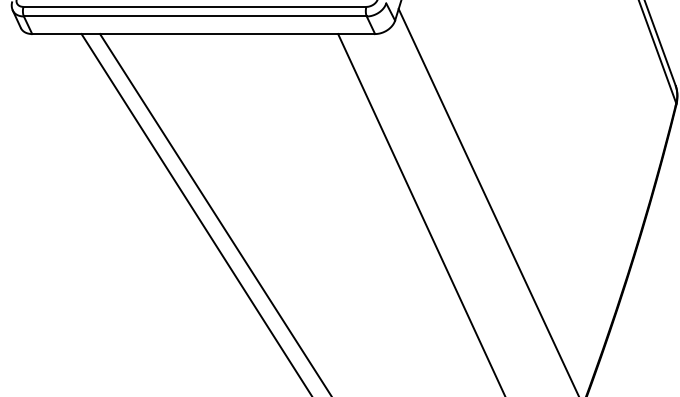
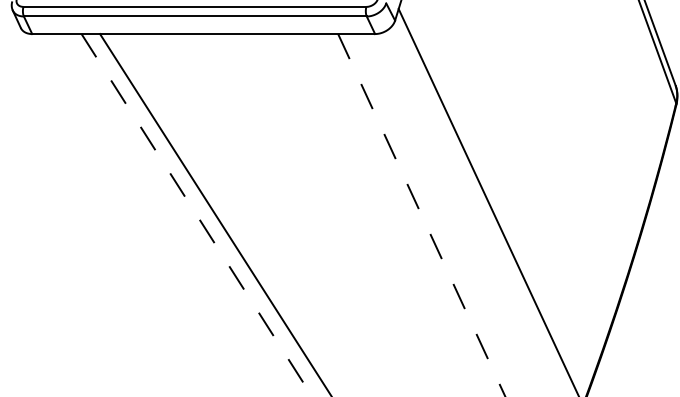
line at (196, 215): solid -> dashed
line at (421, 215): solid -> dashed
